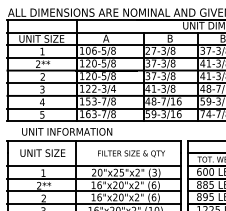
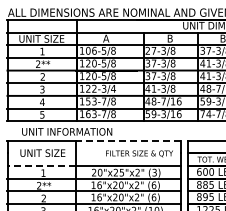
line at (127, 140): solid -> dashed
text at (131, 153) position: (131, 153) -> (139, 153)
line at (41, 165): solid -> dashed
